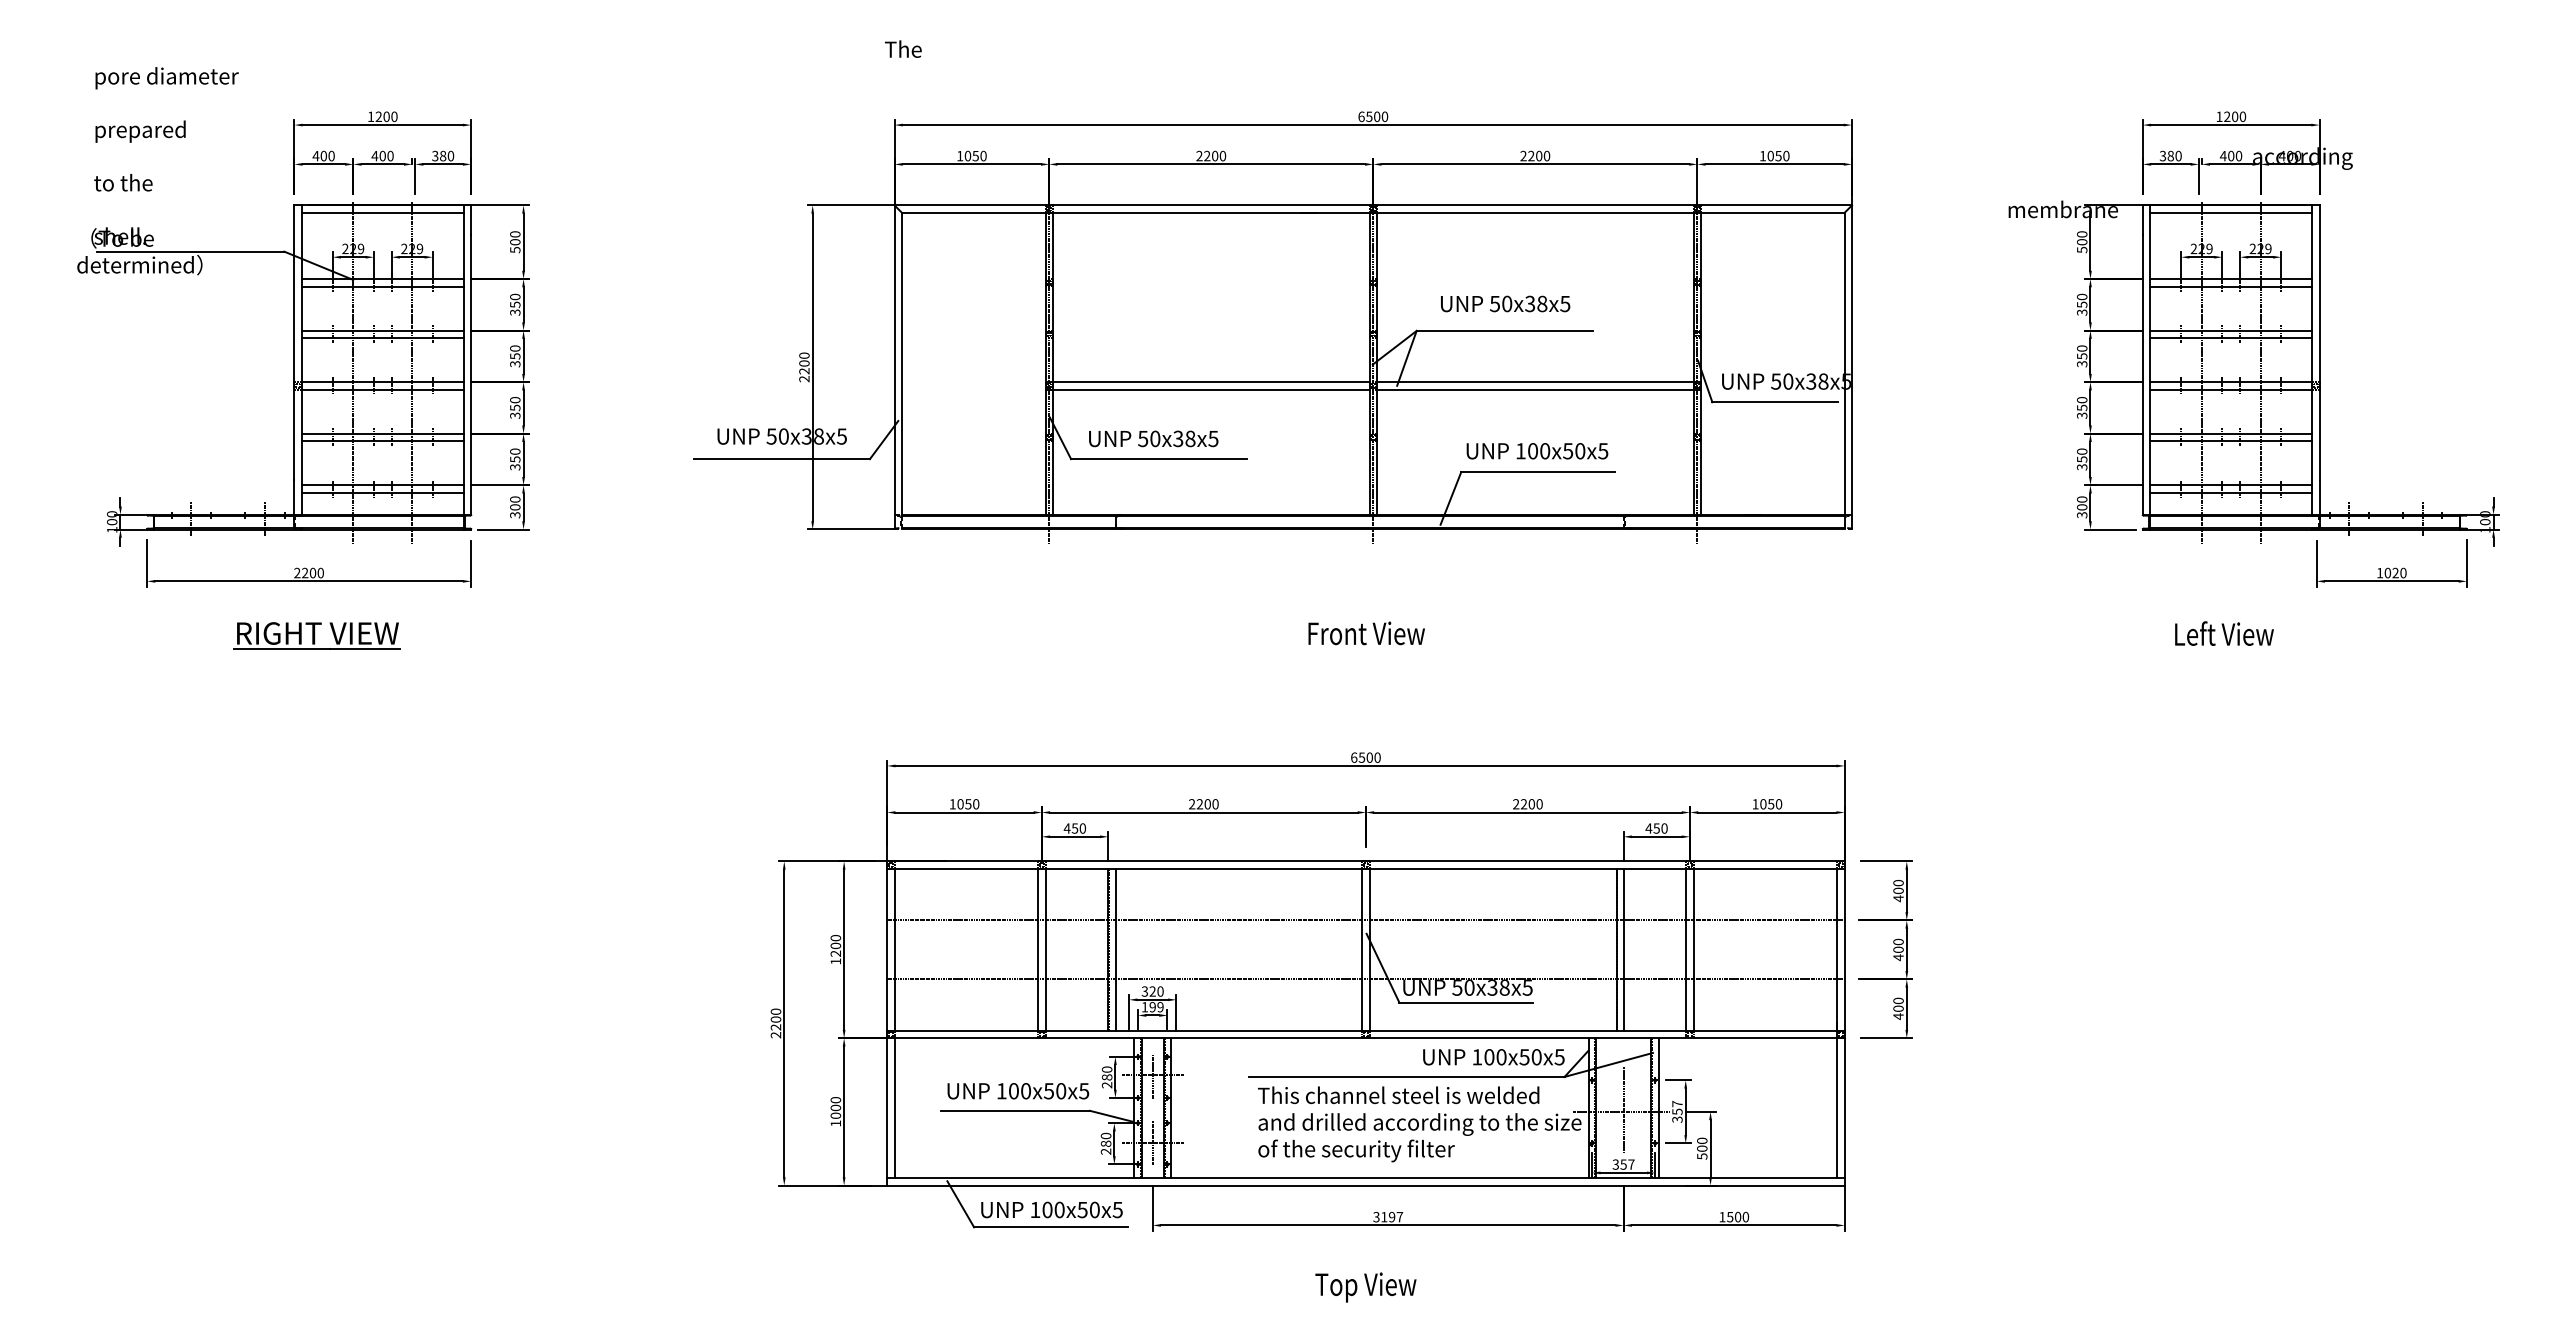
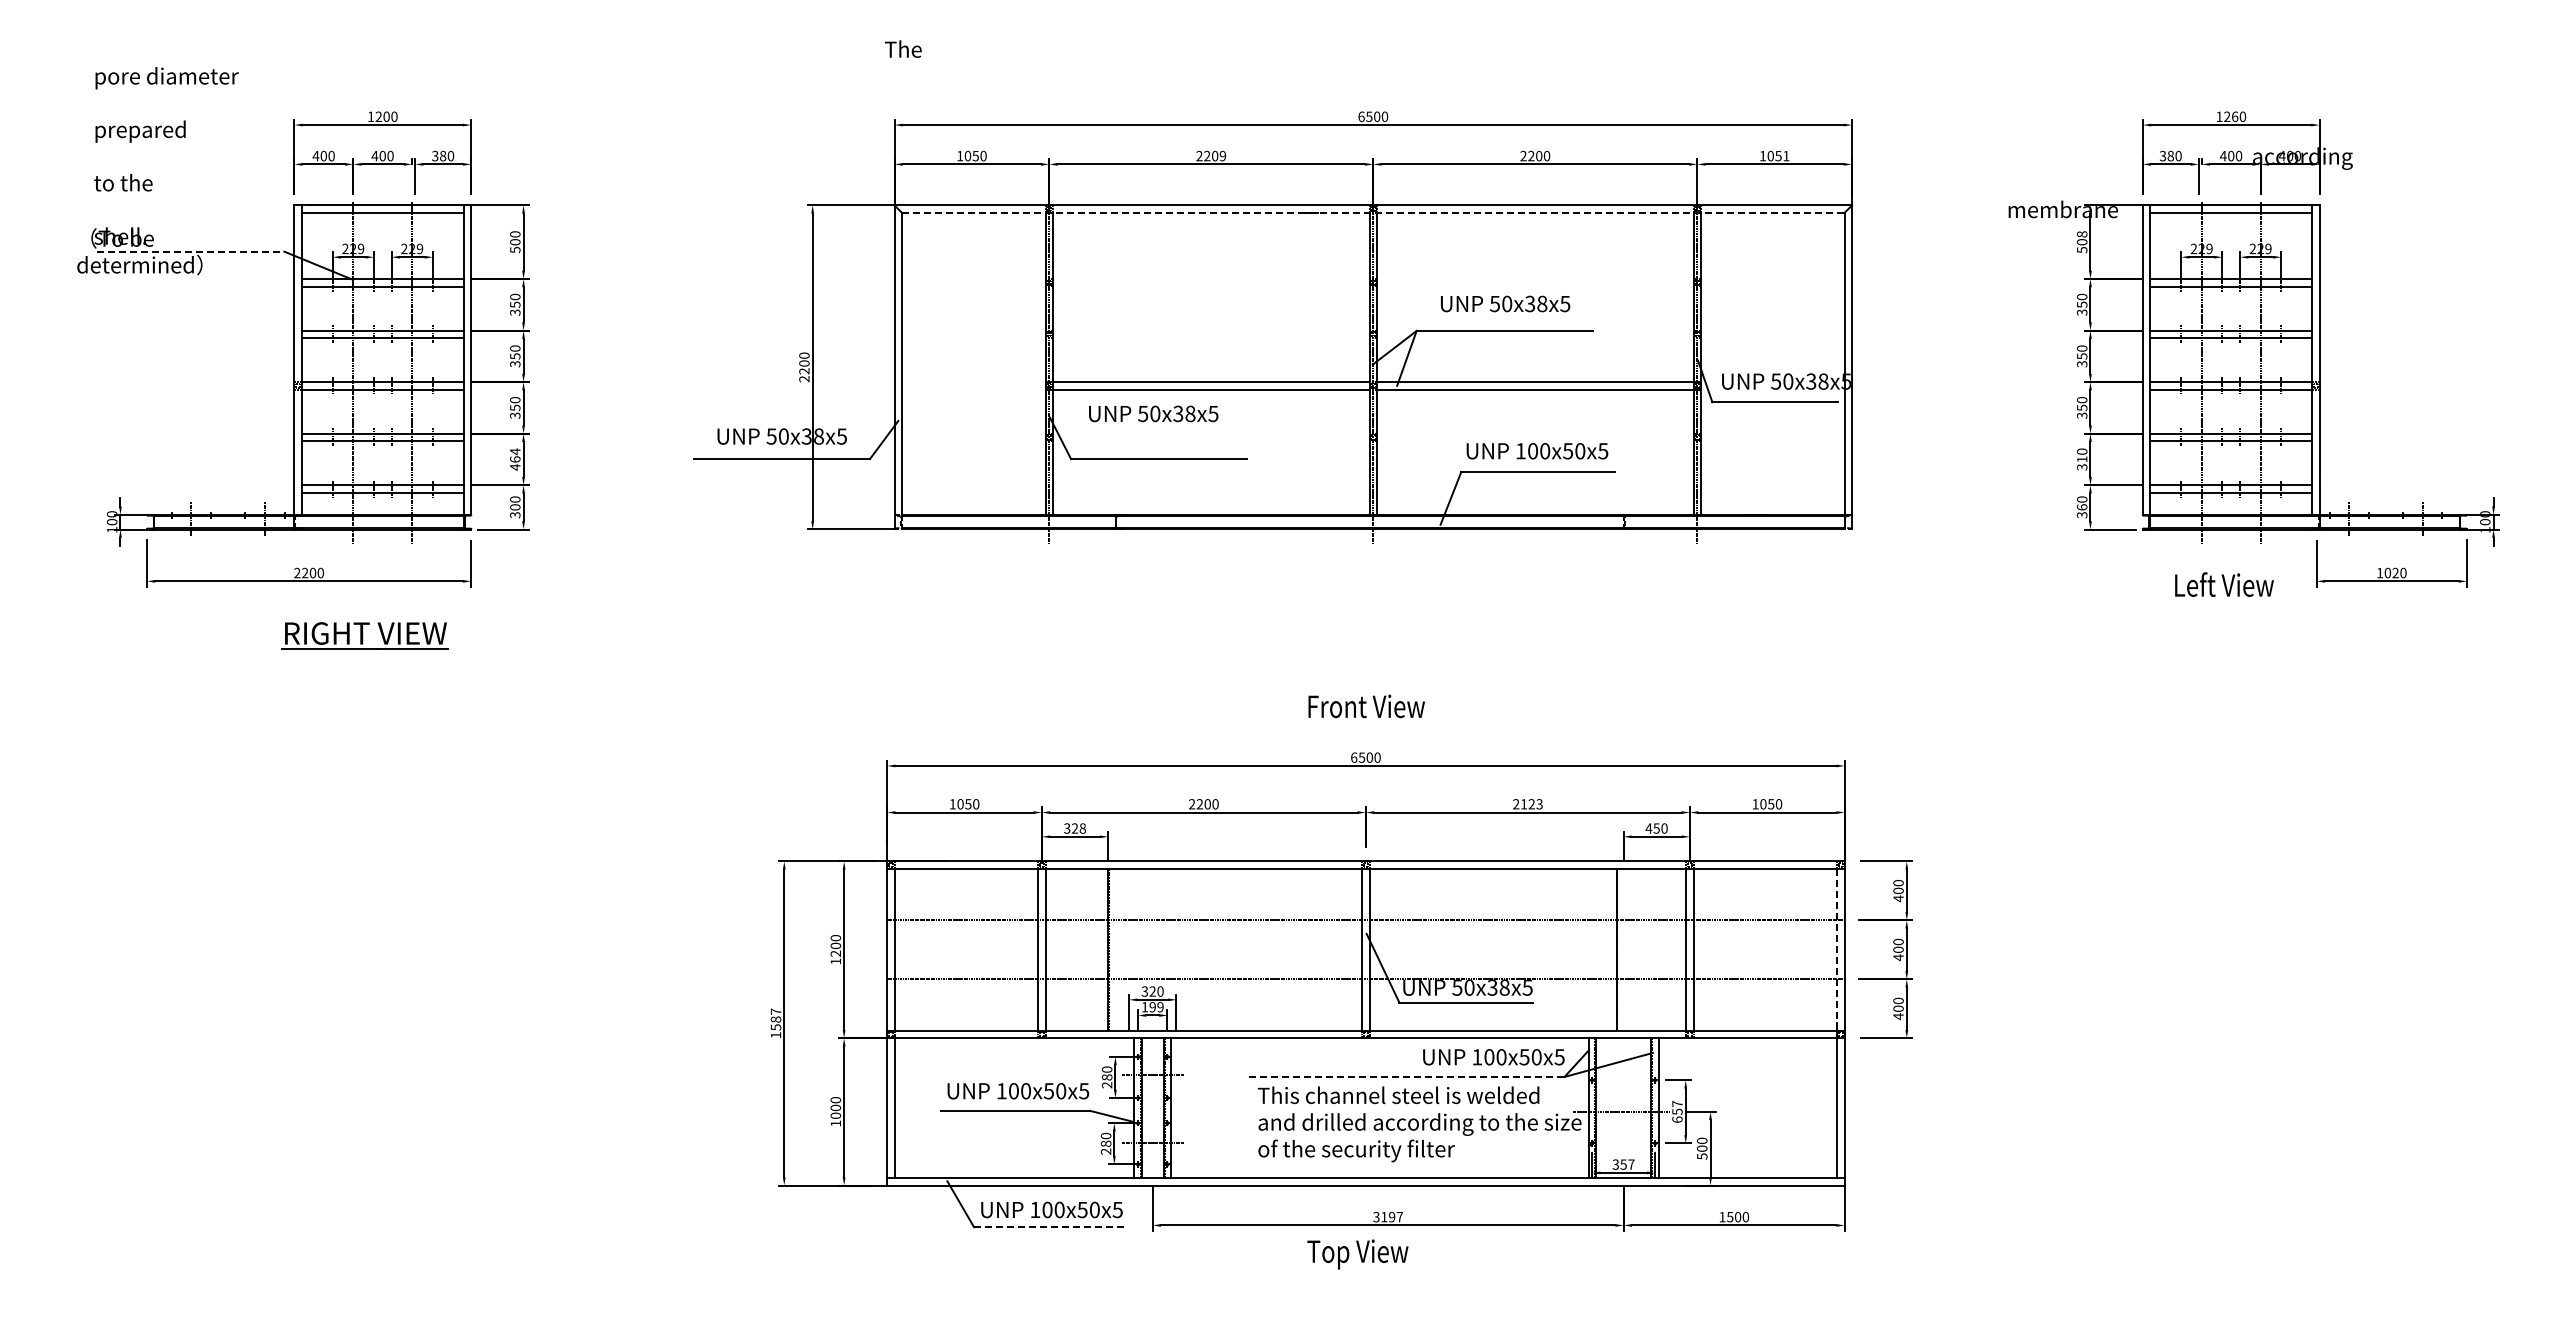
text at (2235, 116): 1200 -> 1260
text at (1786, 155): 1050 -> 1051
text at (1222, 156): 2200 -> 2209
line at (1373, 212): solid -> dashed
text at (2082, 234): 500 -> 508
line at (190, 251): solid -> dashed
text at (1153, 438) position: (1153, 438) -> (1153, 413)
text at (515, 459): 350 -> 464
text at (2082, 459): 350 -> 310
text at (2082, 507): 300 -> 360
text at (1366, 633) position: (1366, 633) -> (1366, 706)
text at (2224, 633) position: (2224, 633) -> (2224, 584)
part at (316, 635) position: (316, 635) -> (364, 635)
text at (1531, 804): 2200 -> 2123
text at (1074, 828): 450 -> 328
line at (1115, 949): present -> none
line at (1623, 949): present -> none
line at (1837, 950): solid -> dashed
text at (775, 1023): 2200 -> 1587
line at (1152, 1076): present -> none
line at (1406, 1076): solid -> dashed
line at (1623, 1109): present -> none
text at (1677, 1119): 357 -> 657
line at (1152, 1142): present -> none
line at (1050, 1227): solid -> dashed
text at (1365, 1287) position: (1365, 1287) -> (1357, 1254)
